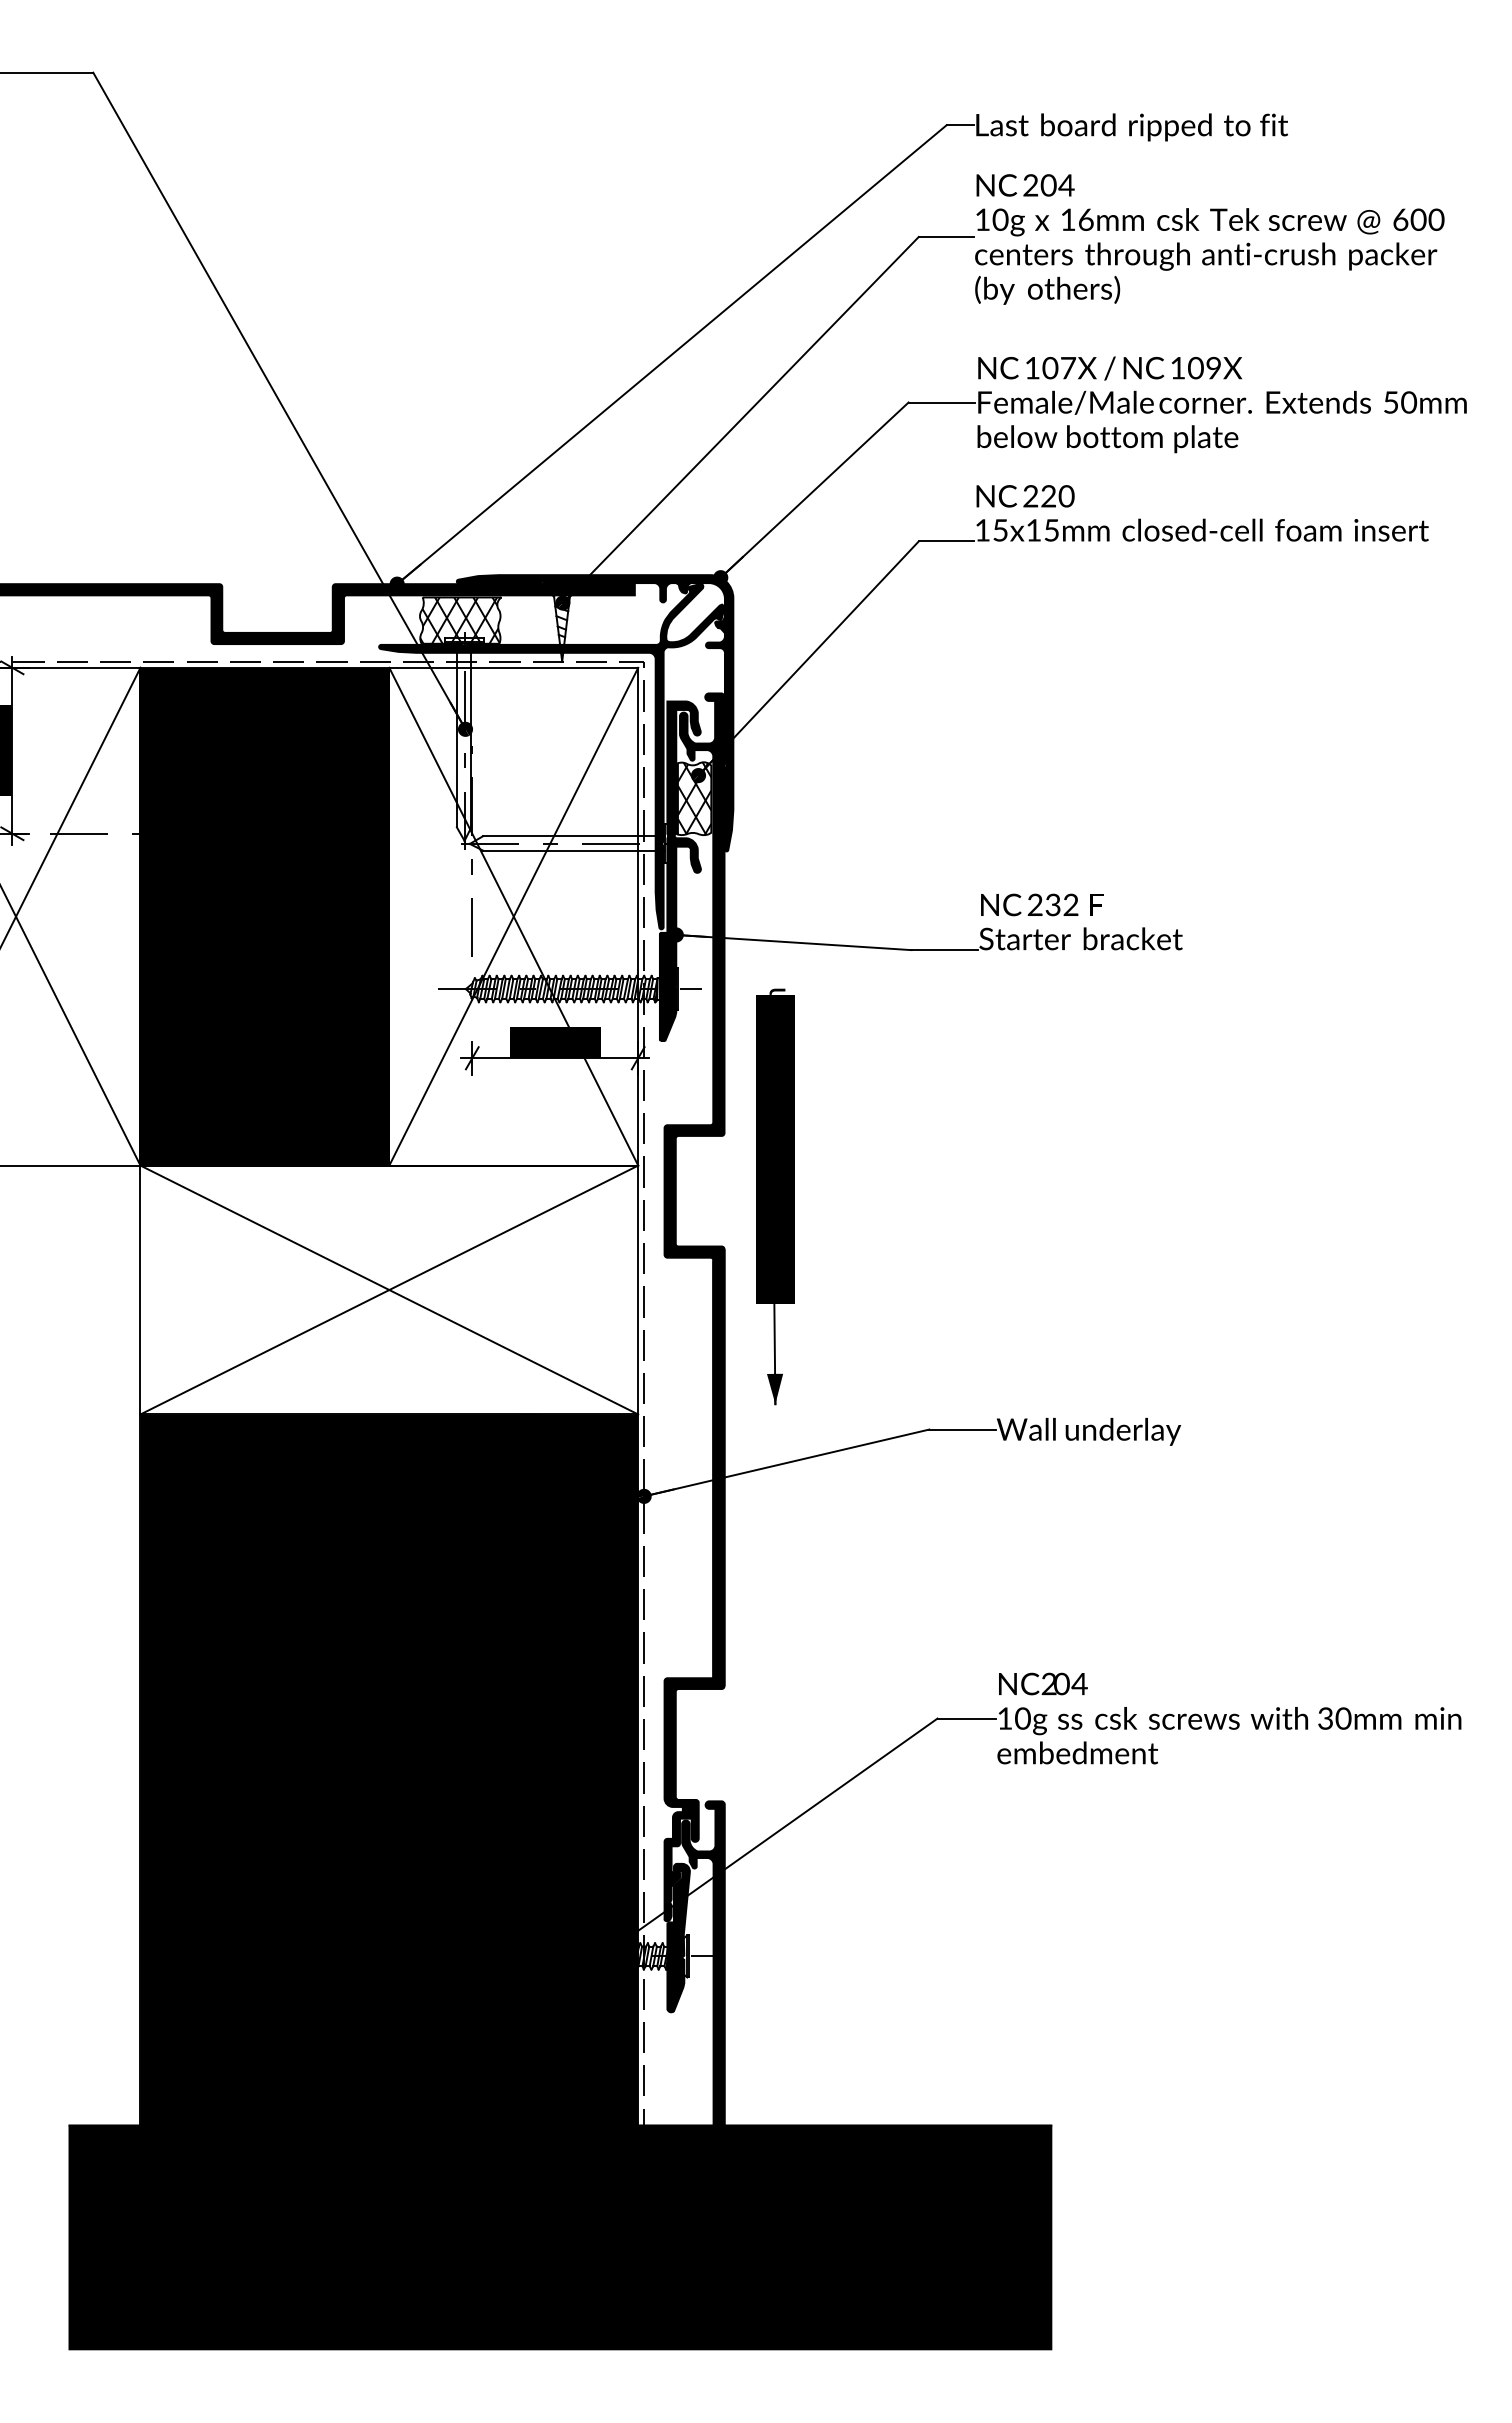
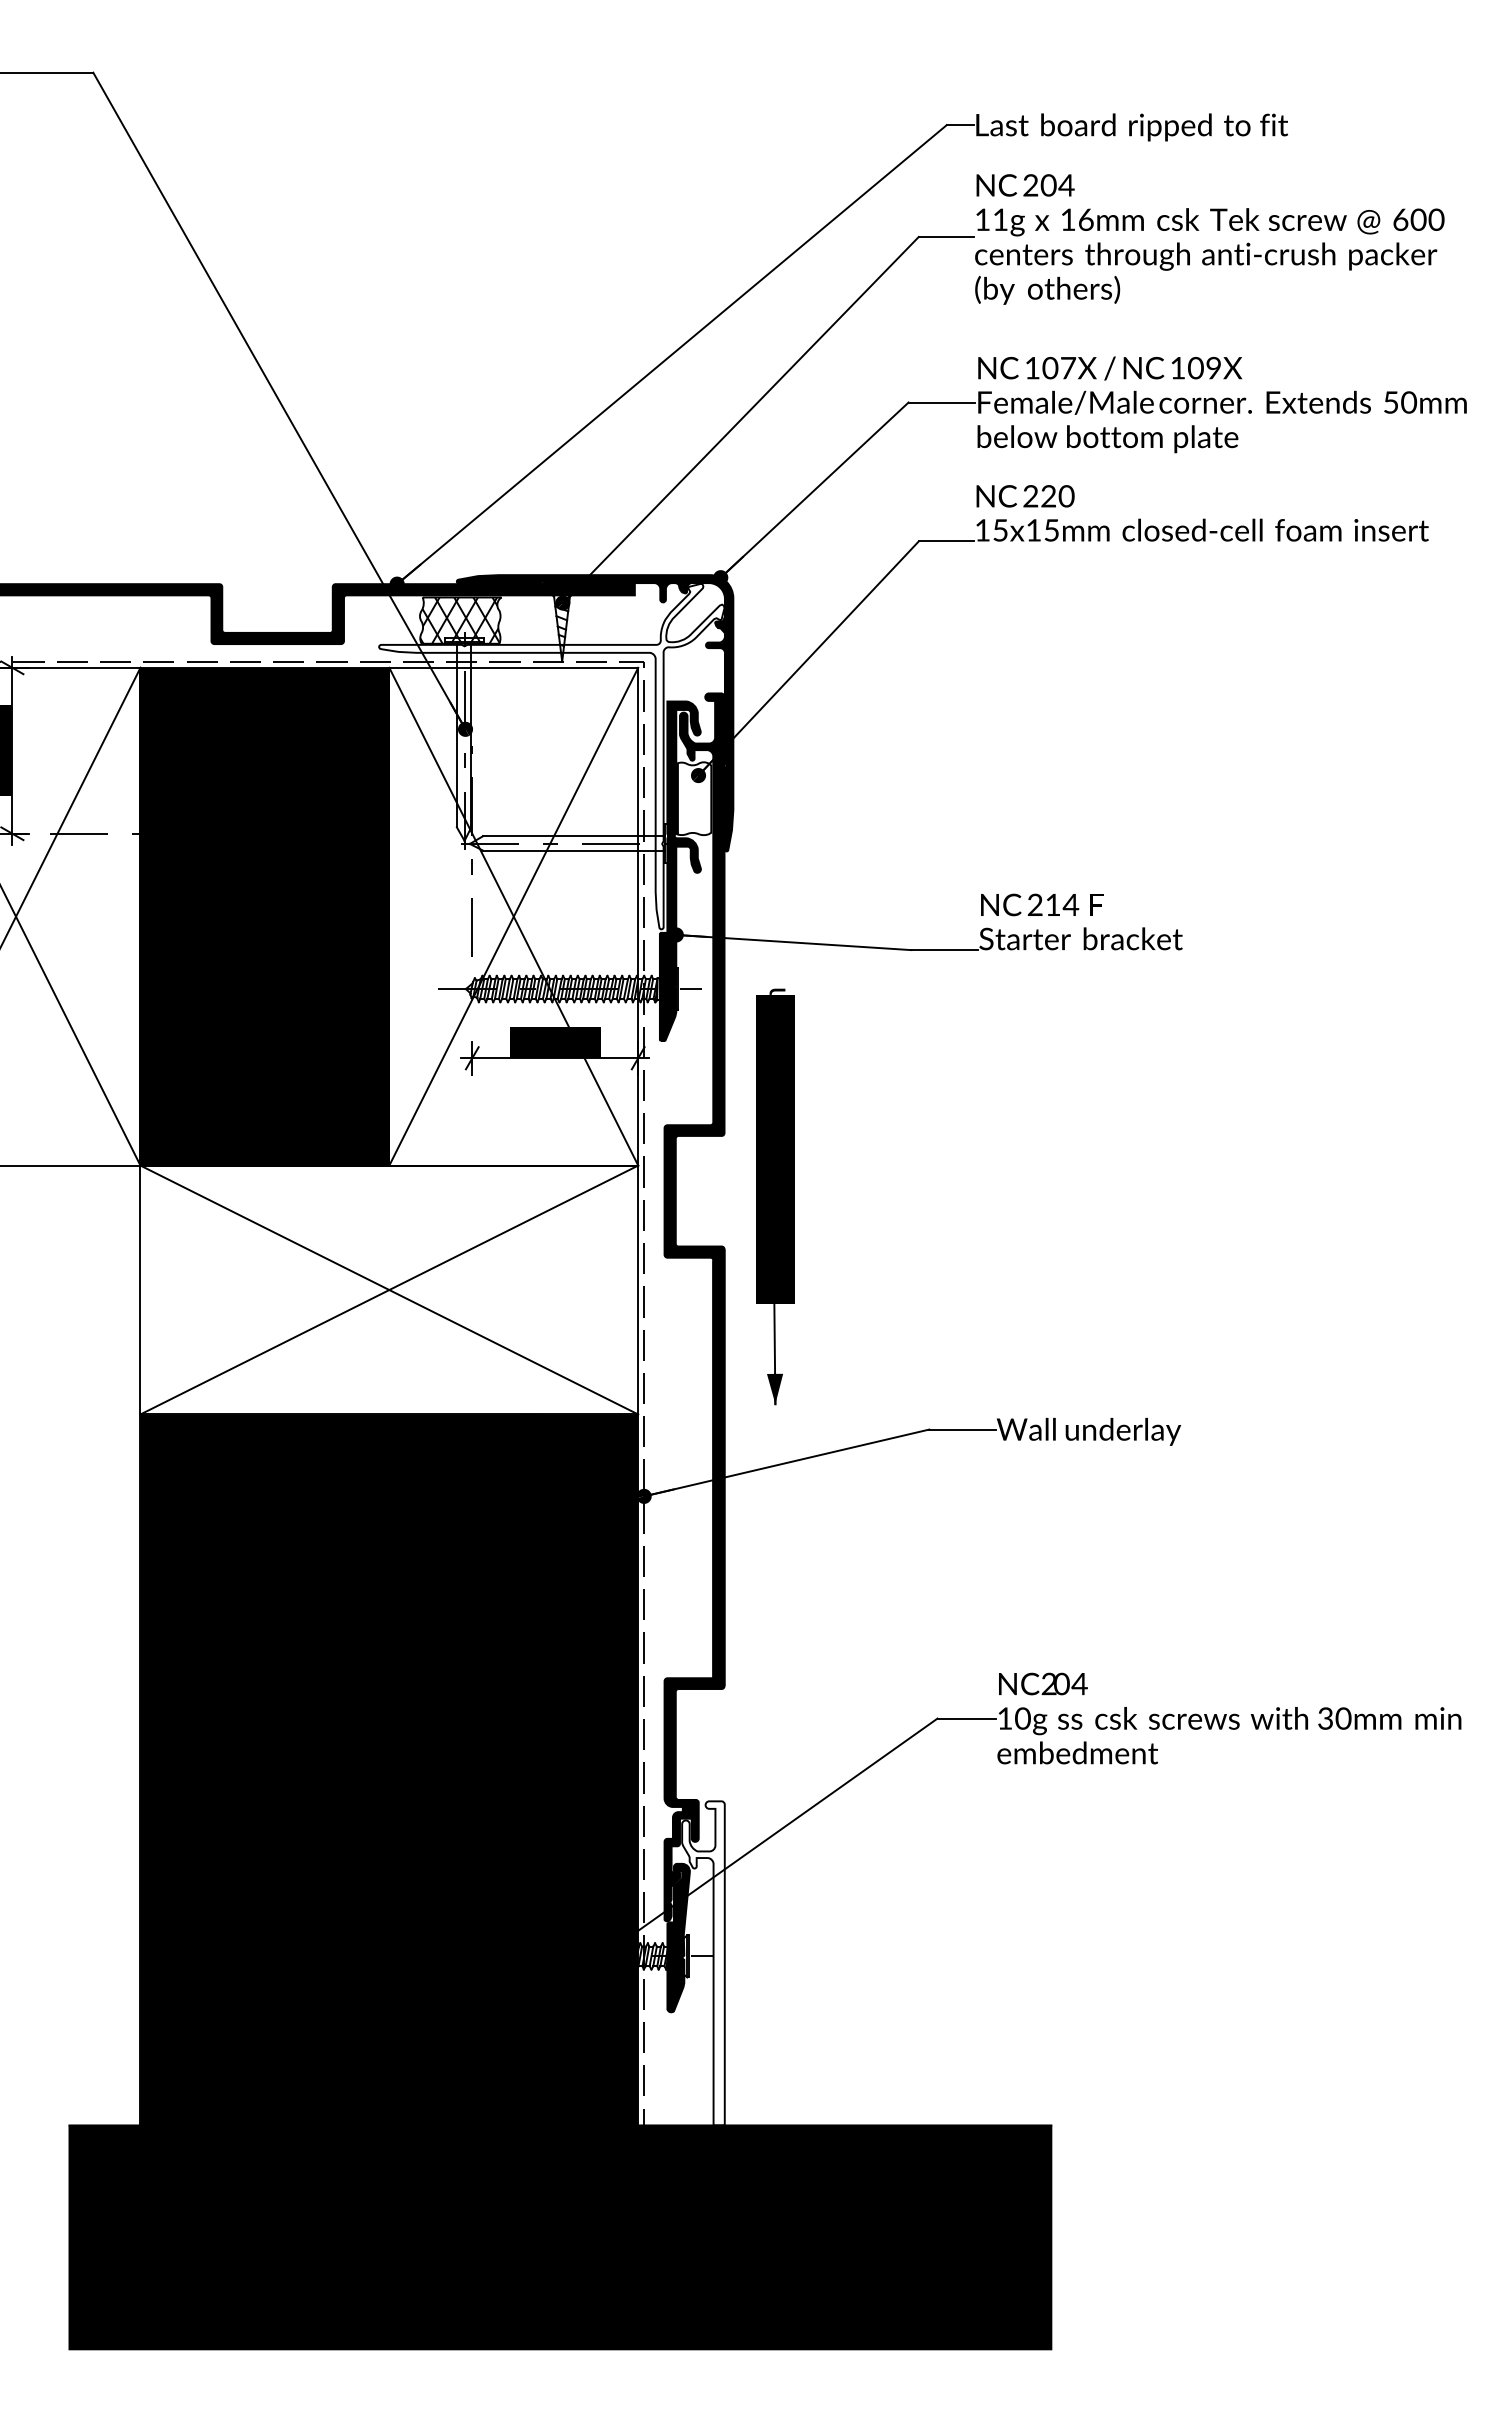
text at (1000, 219): 10g -> 11g
fill at (551, 756): present -> none
hatch at (694, 798): present -> none
text at (1062, 904): 232 -> 214
fill at (703, 1963): present -> none
